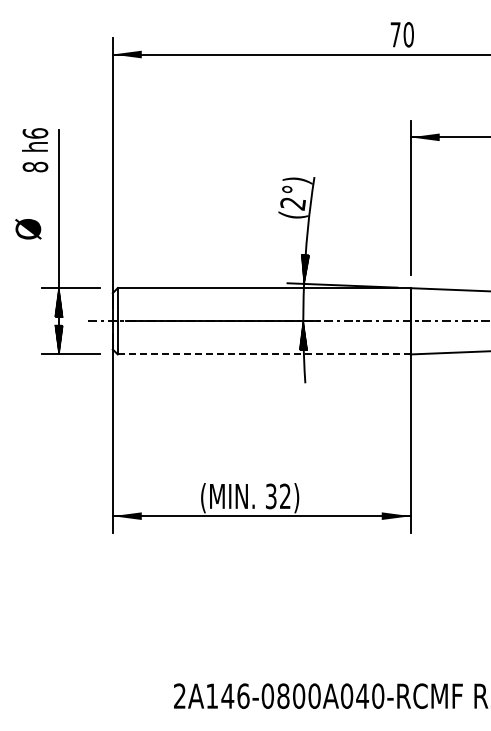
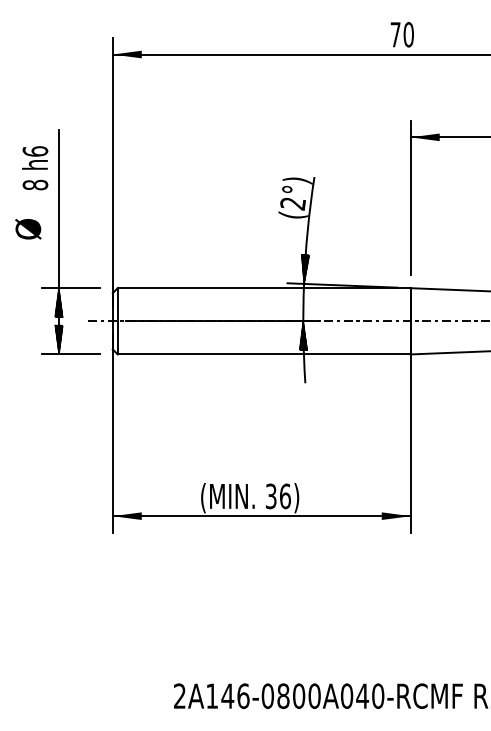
text at (35, 150) position: (35, 150) -> (35, 168)
line at (264, 354): dashed -> solid
text at (285, 496): 32) -> 36)
